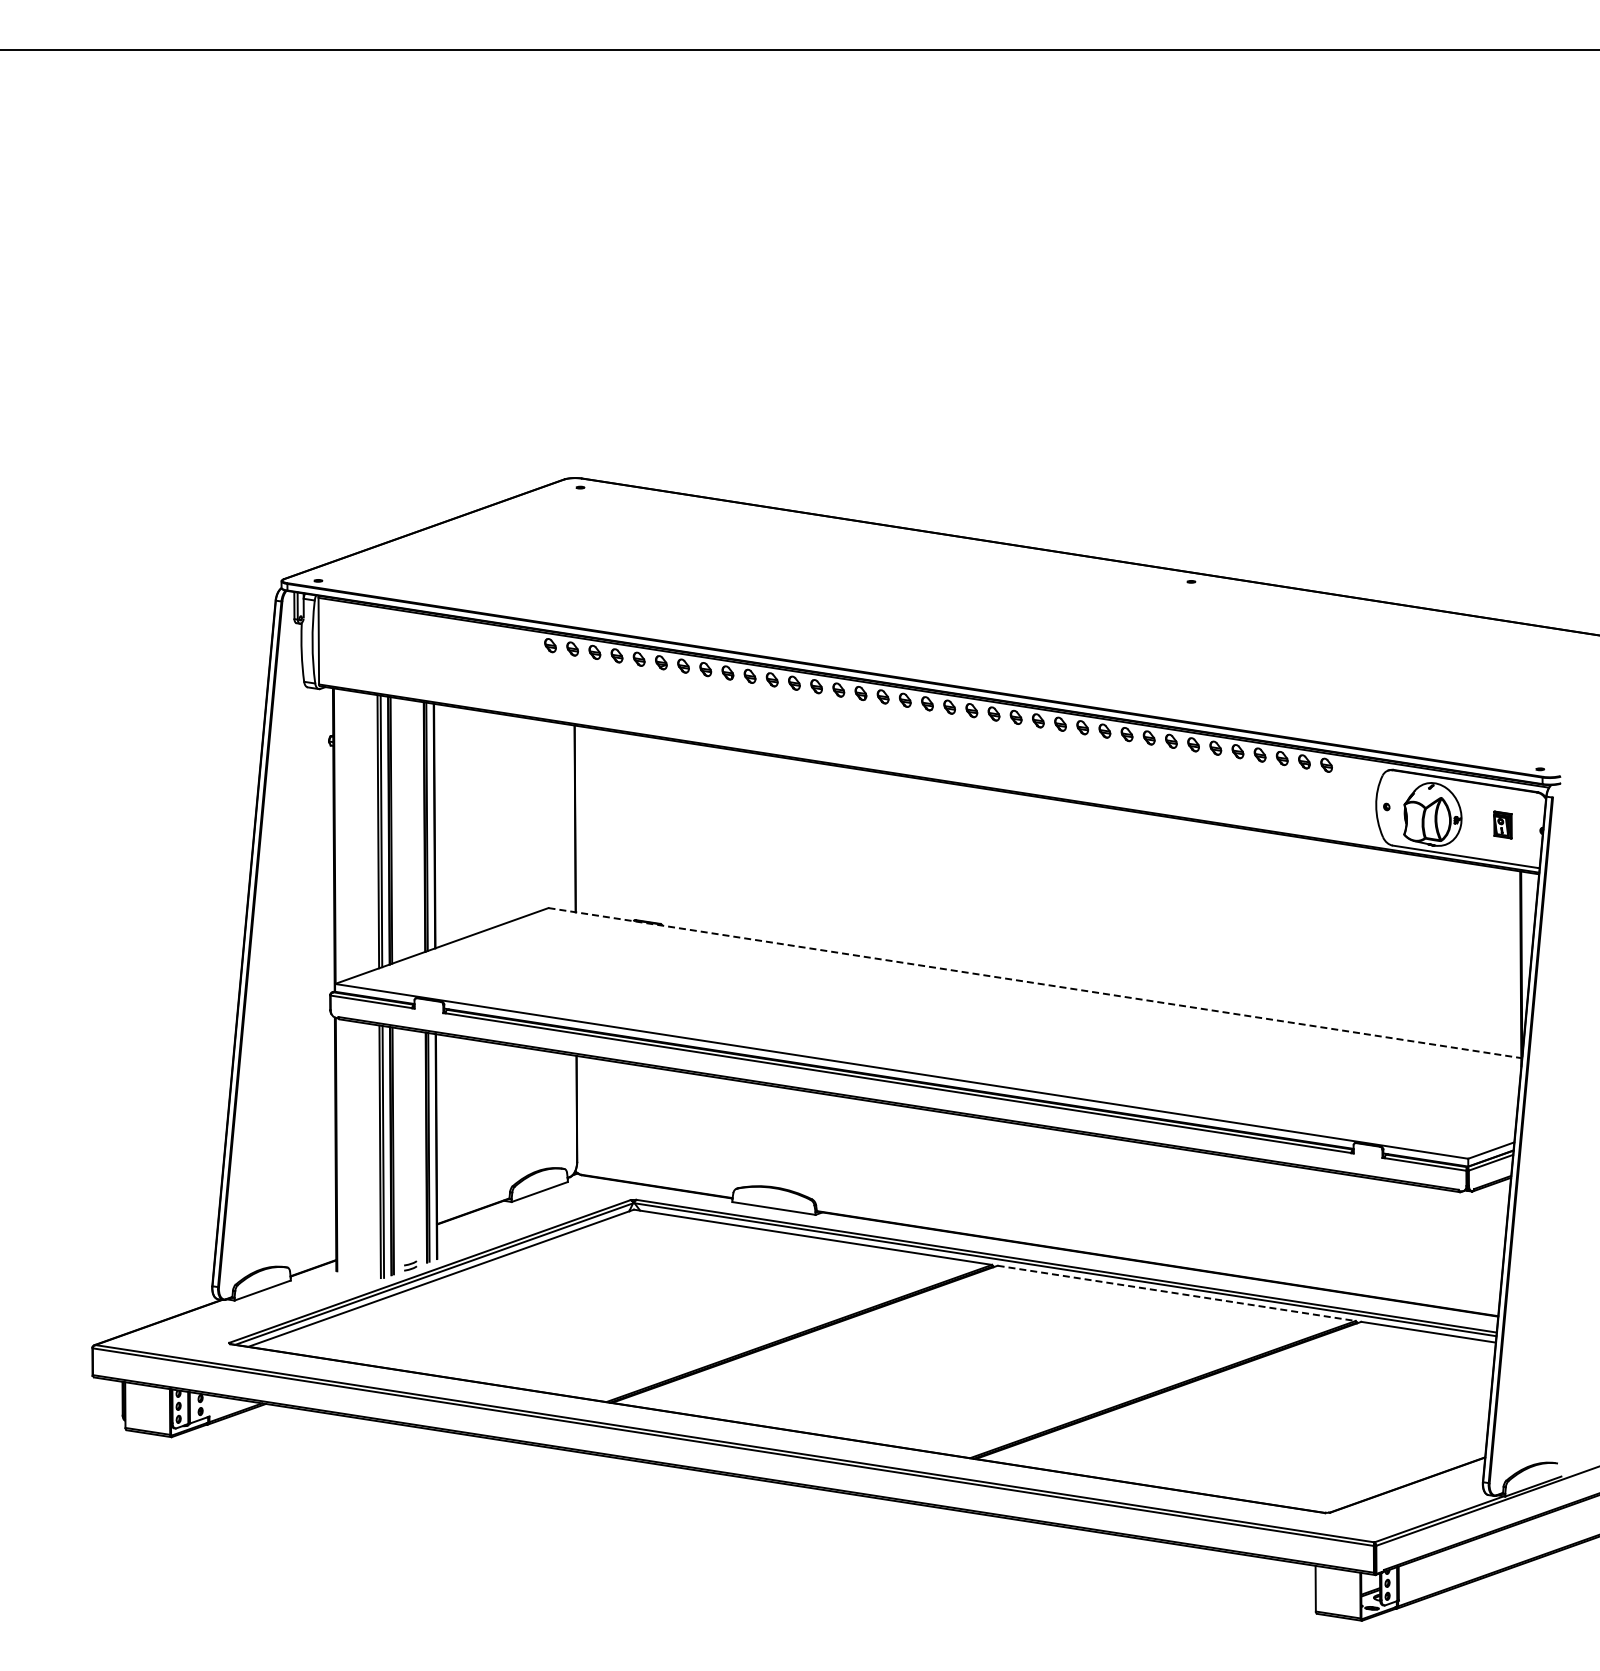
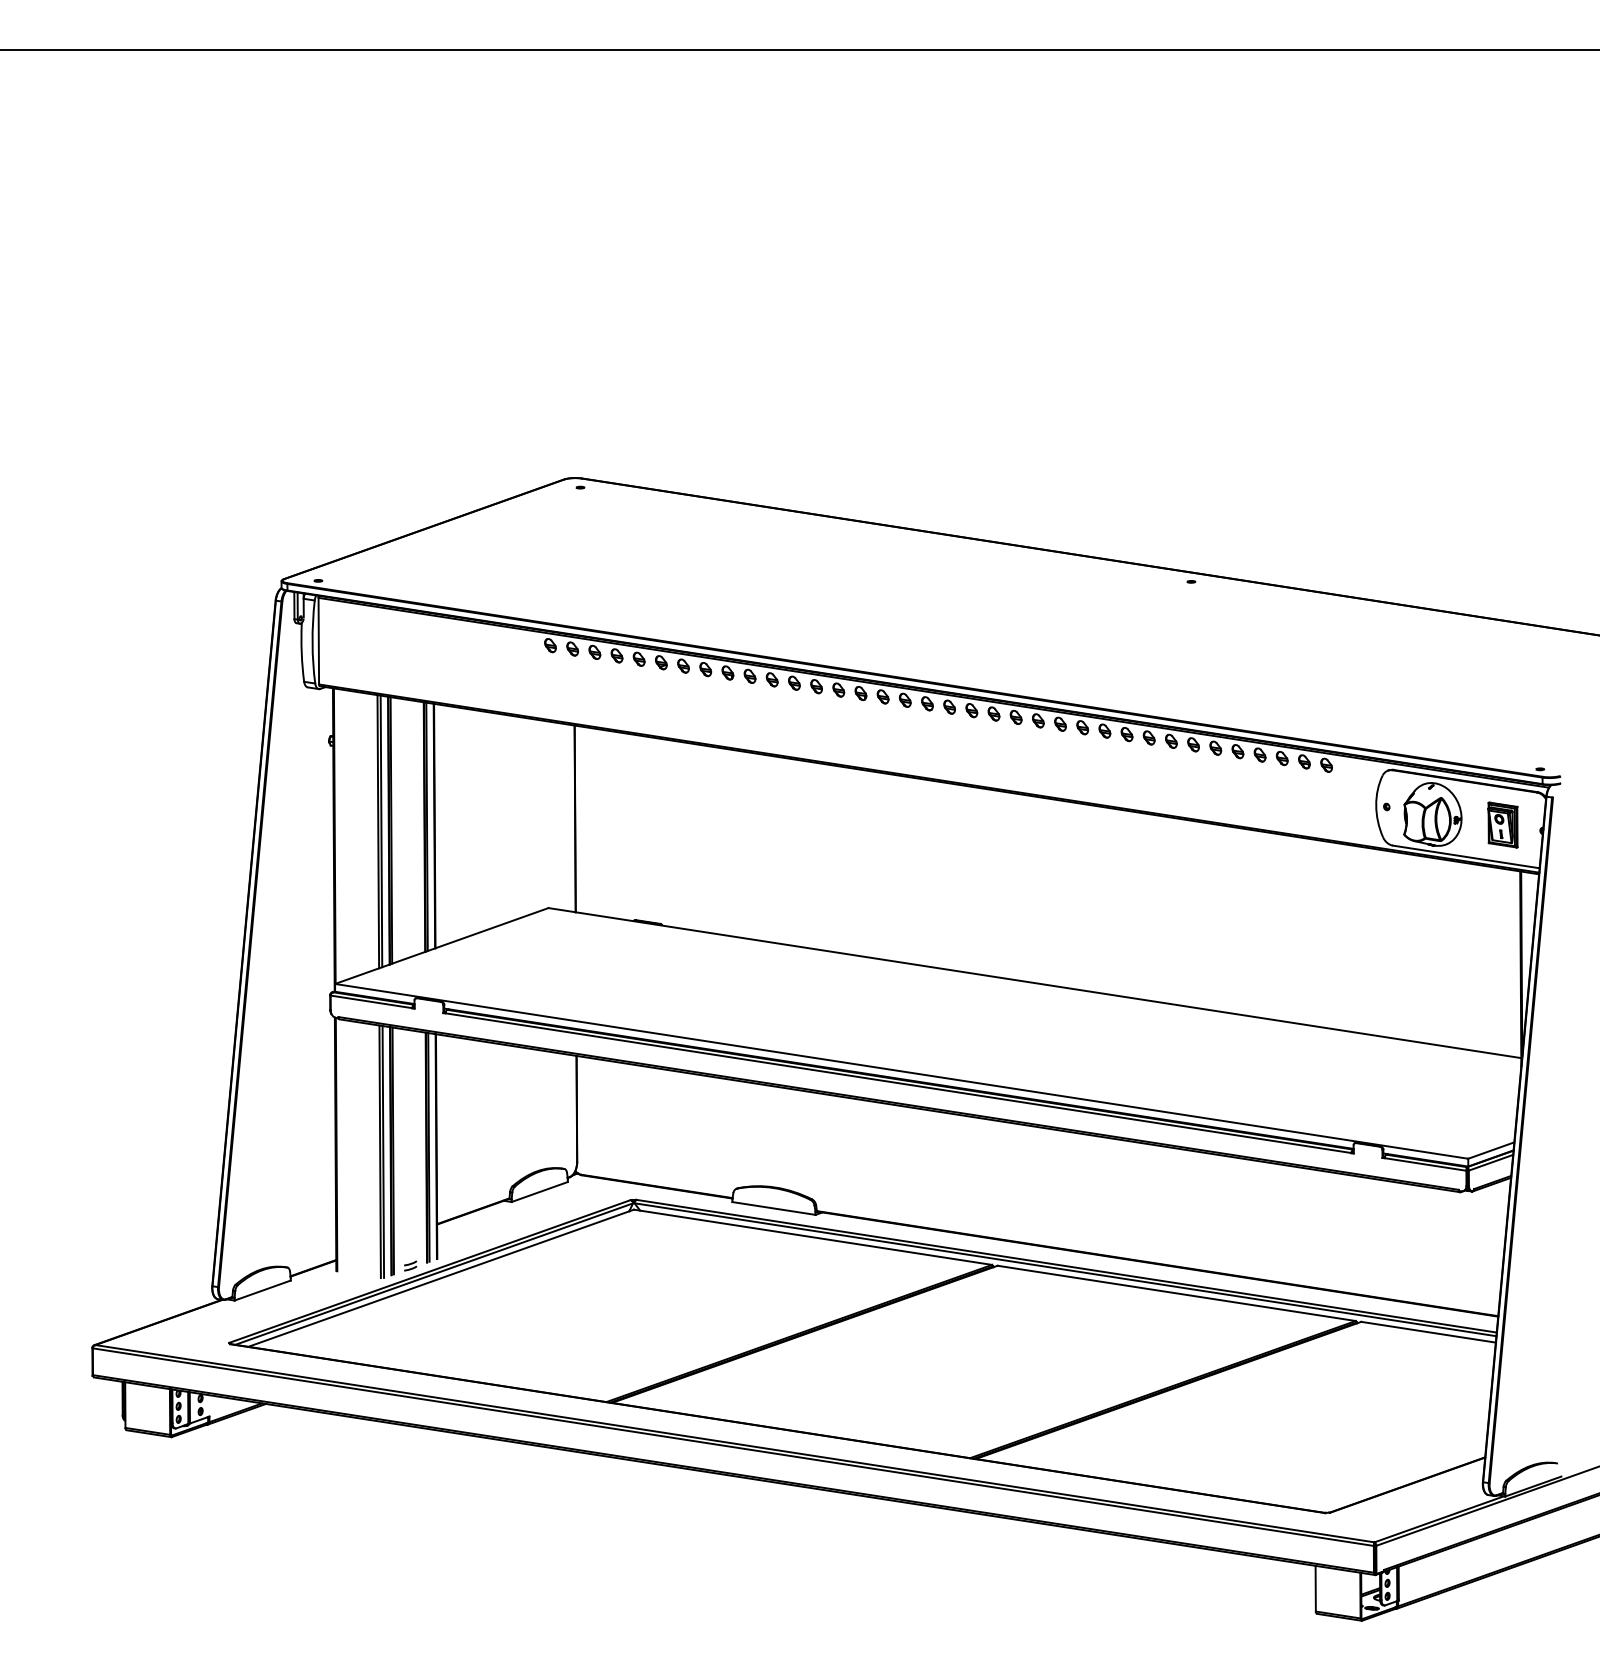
part at (1502, 824) size: 20x30 px -> 32x48 px
line at (1035, 983): dashed -> solid
line at (1177, 1293): dashed -> solid
